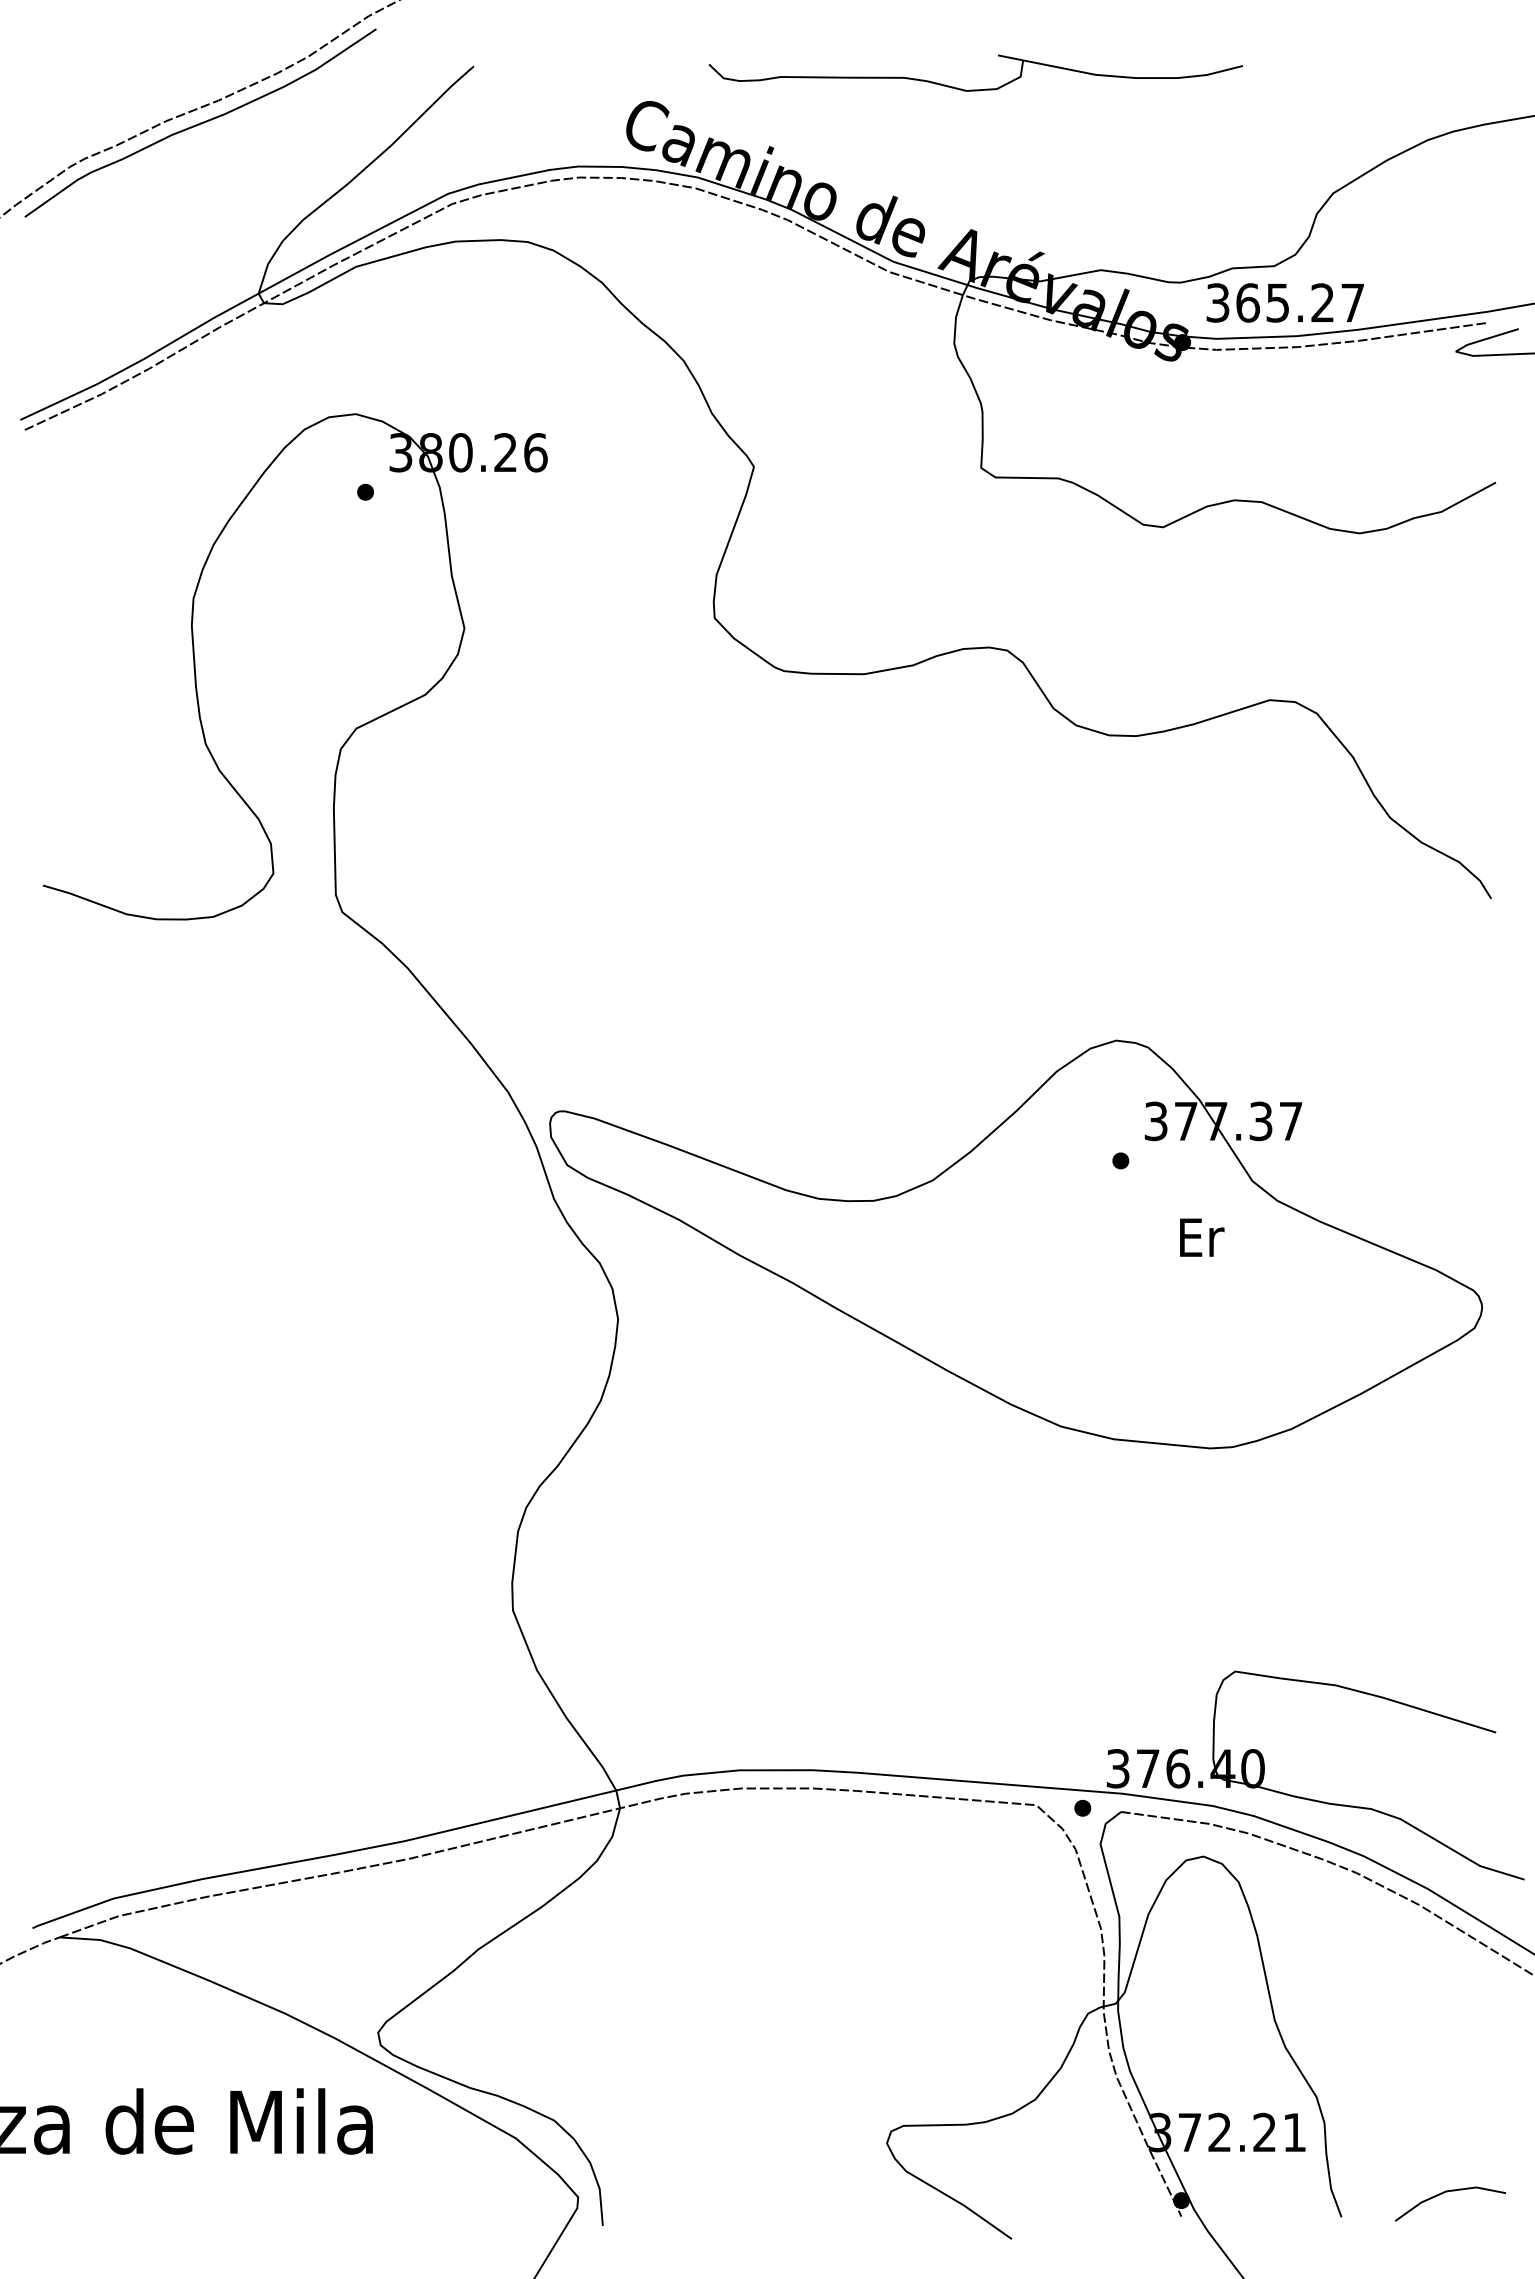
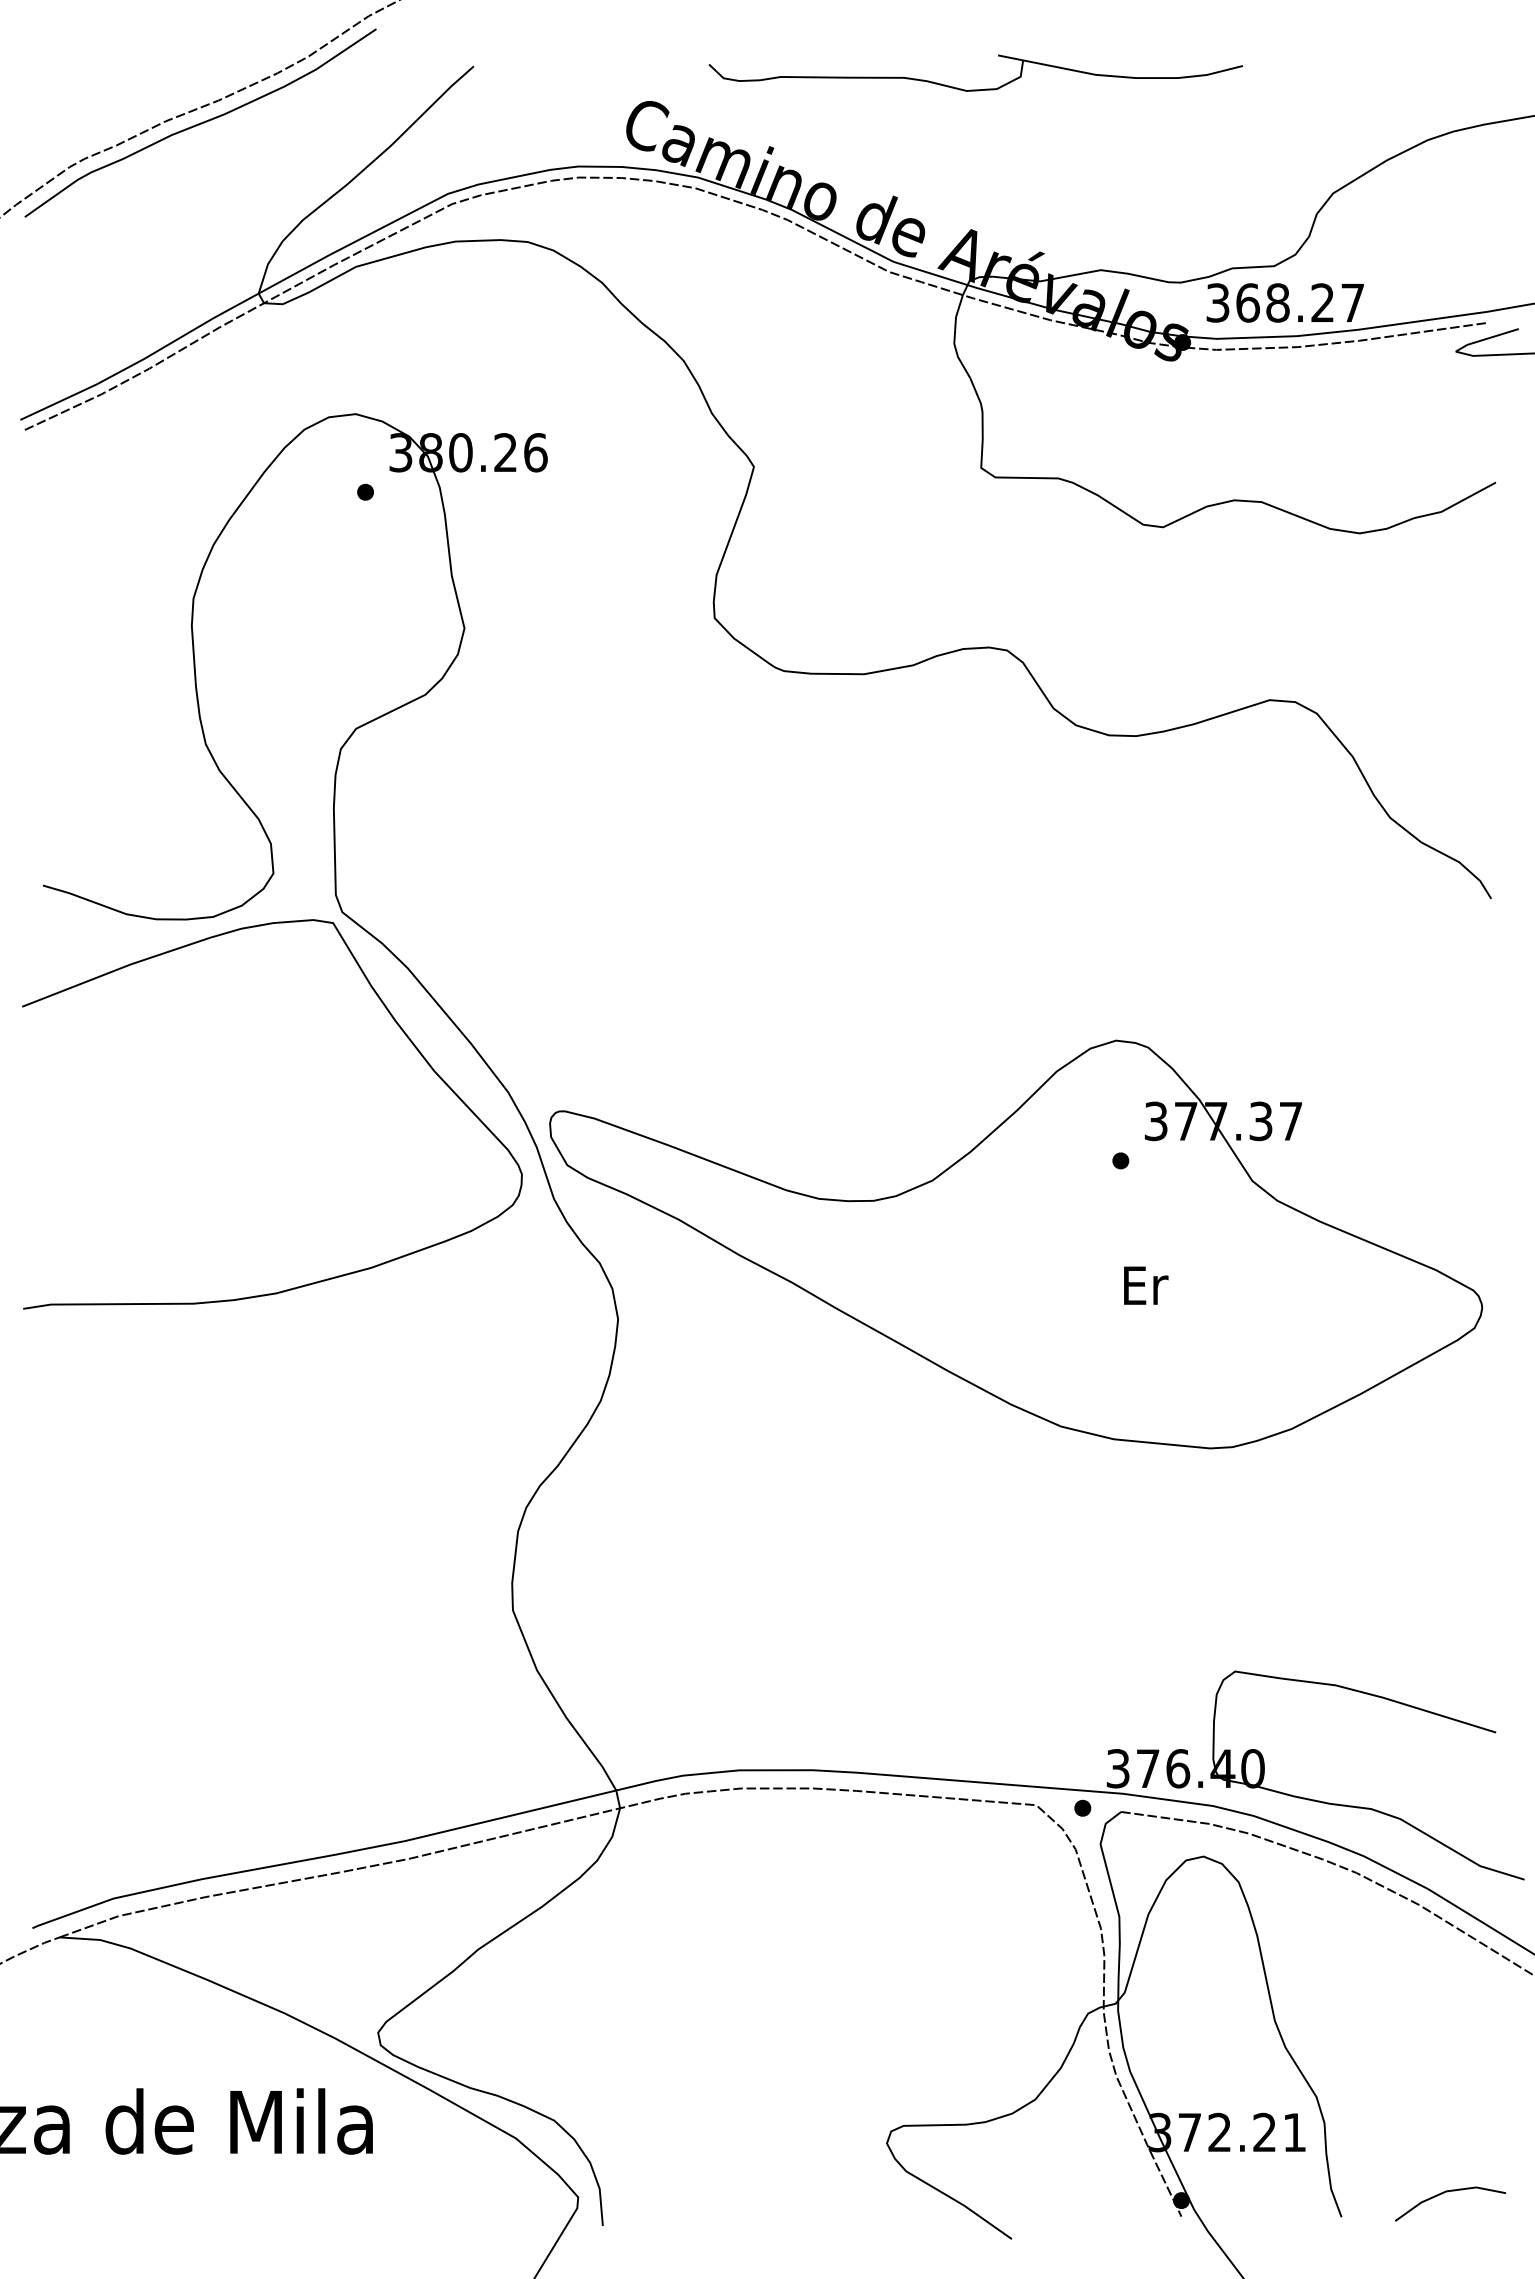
text at (1277, 302): 365.27 -> 368.27
curve at (394, 1021): none -> present
text at (1202, 1237) position: (1202, 1237) -> (1146, 1285)
